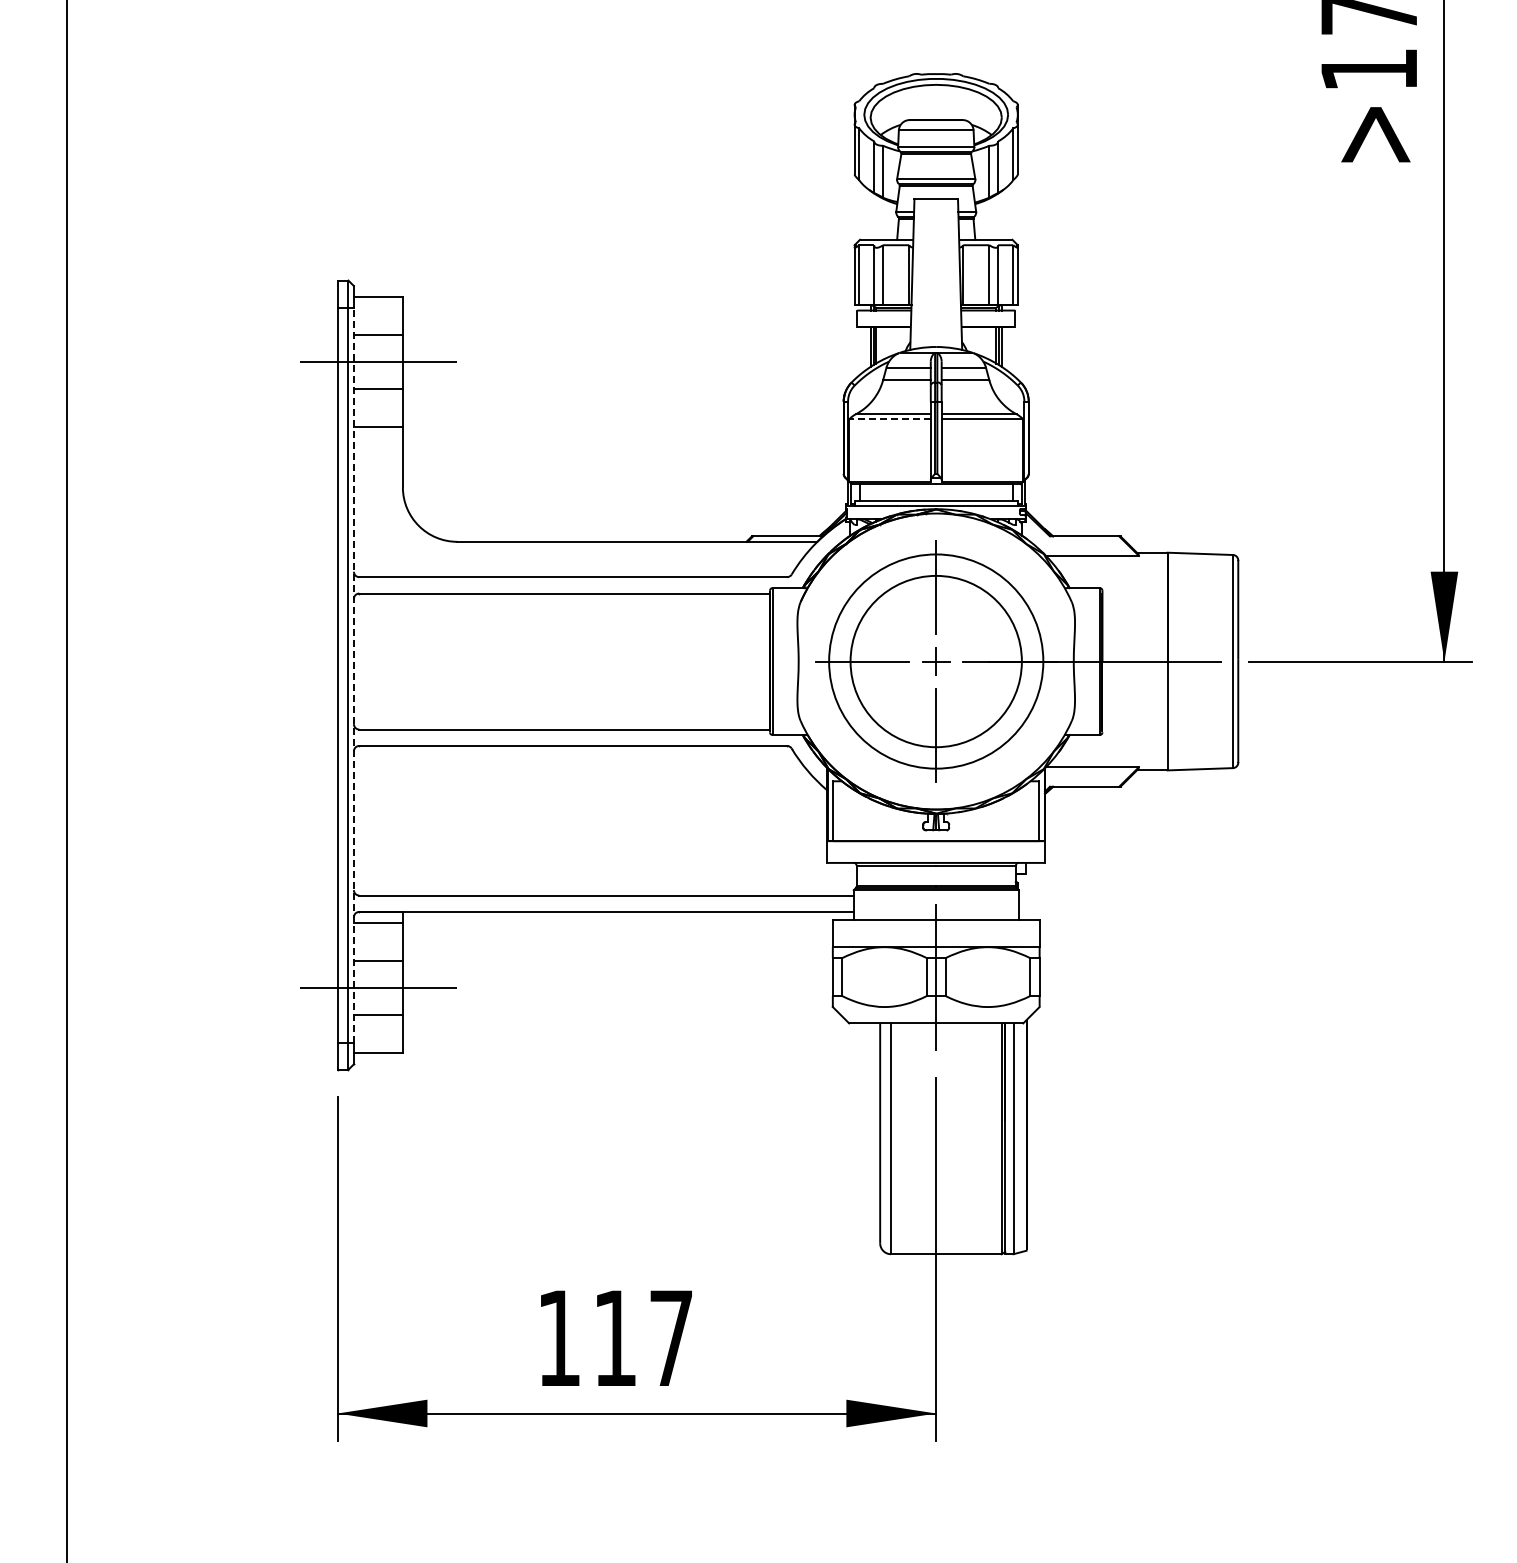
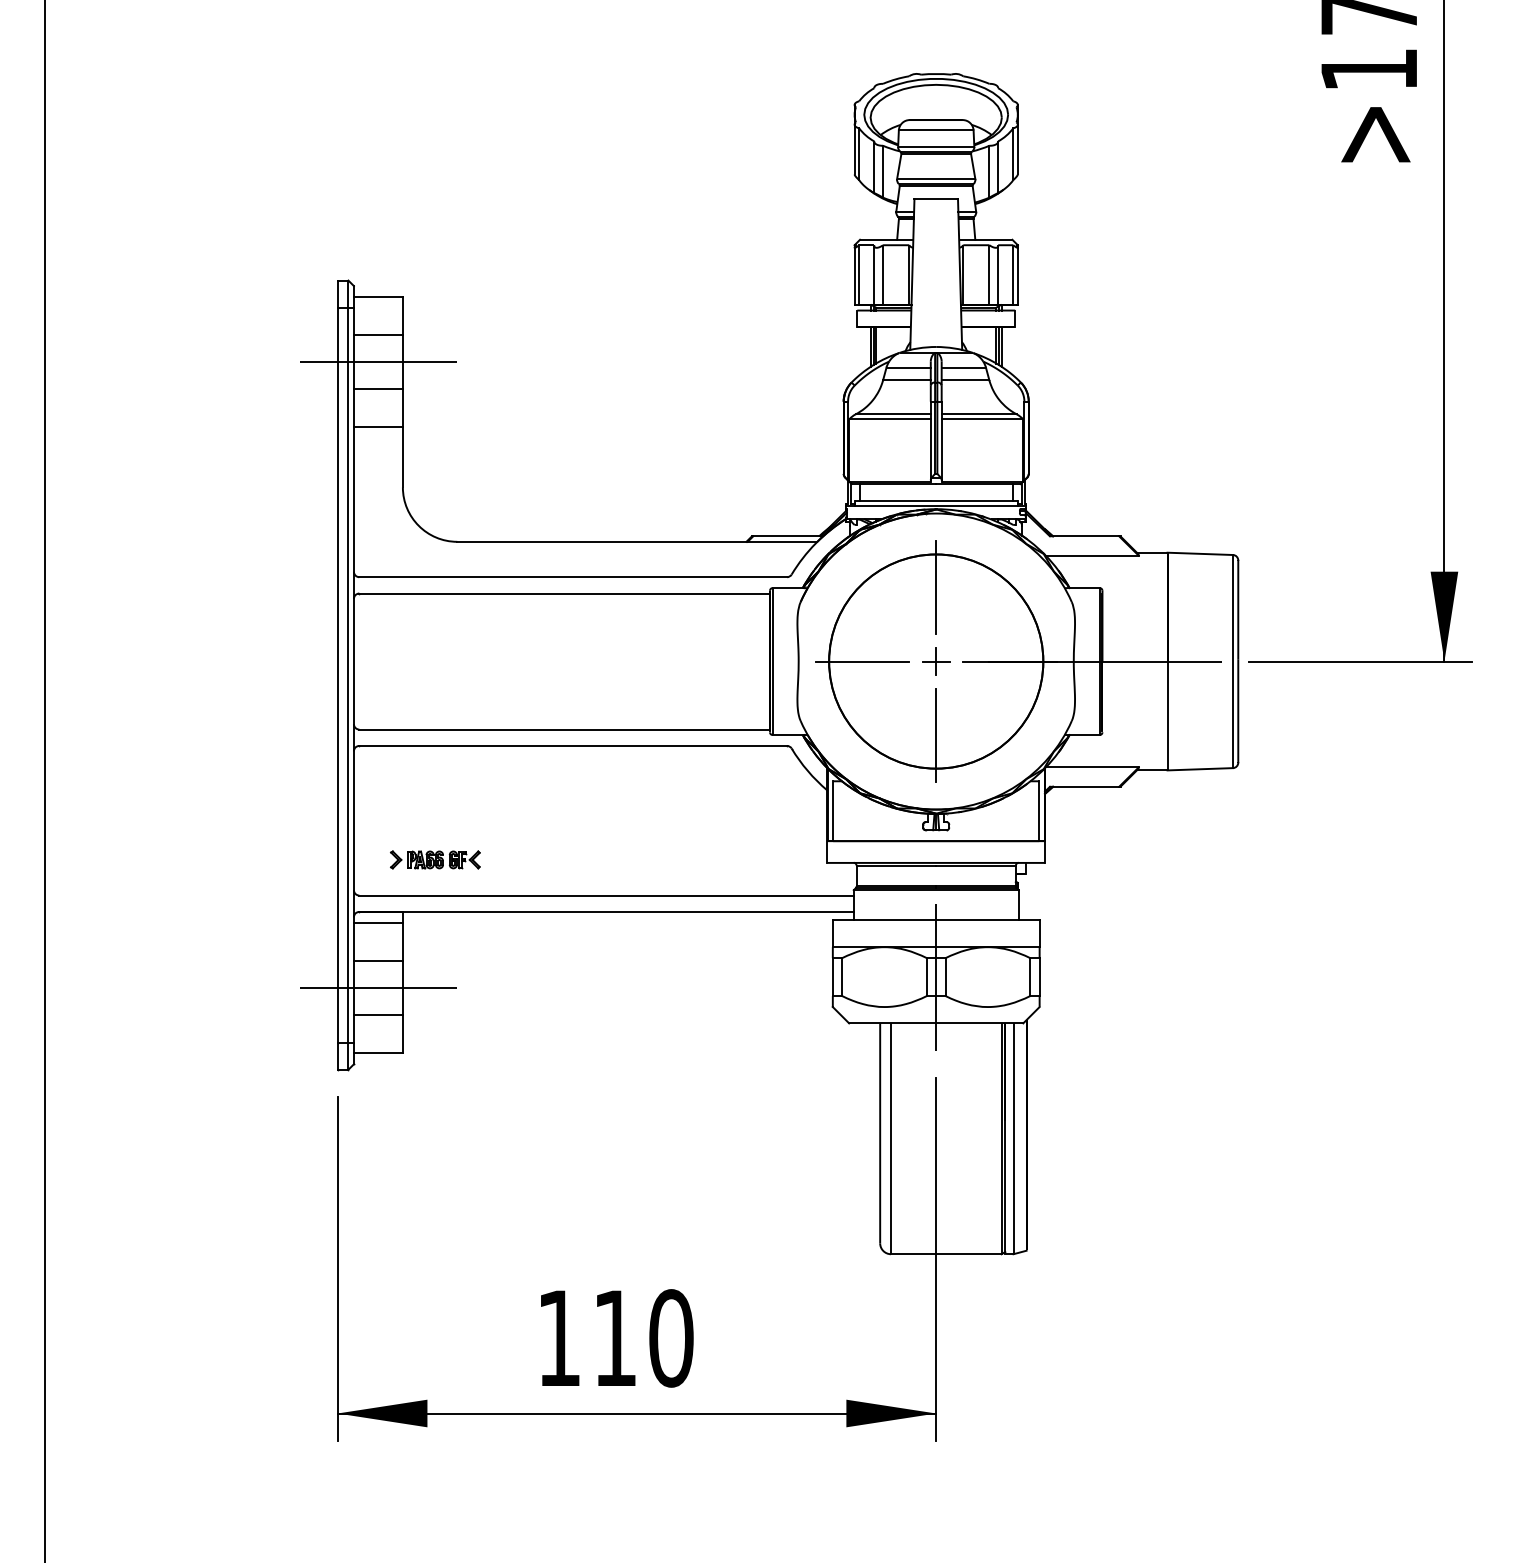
line at (890, 419): dashed -> solid
circle at (935, 661) diameter: 171 px -> 214 px
line at (353, 674): dashed -> solid
line at (67, 780) position: (67, 780) -> (45, 780)
part at (435, 859): none -> present
text at (671, 1338): 117 -> 110
